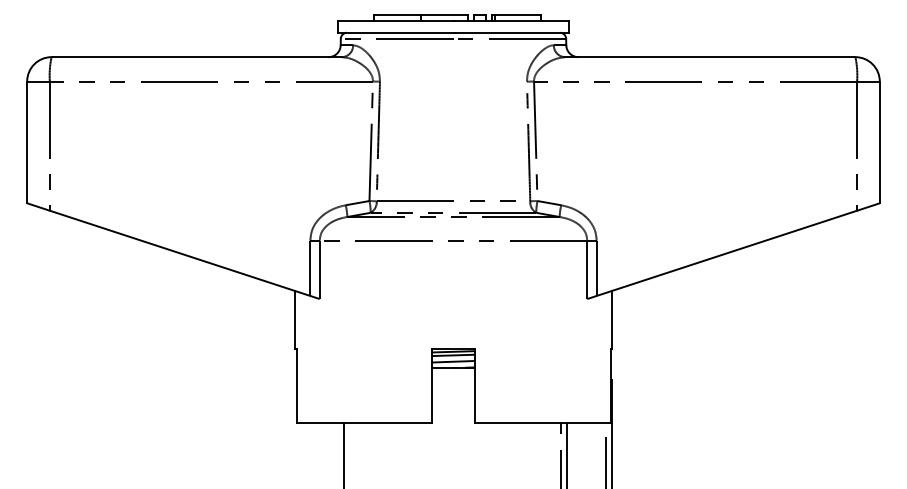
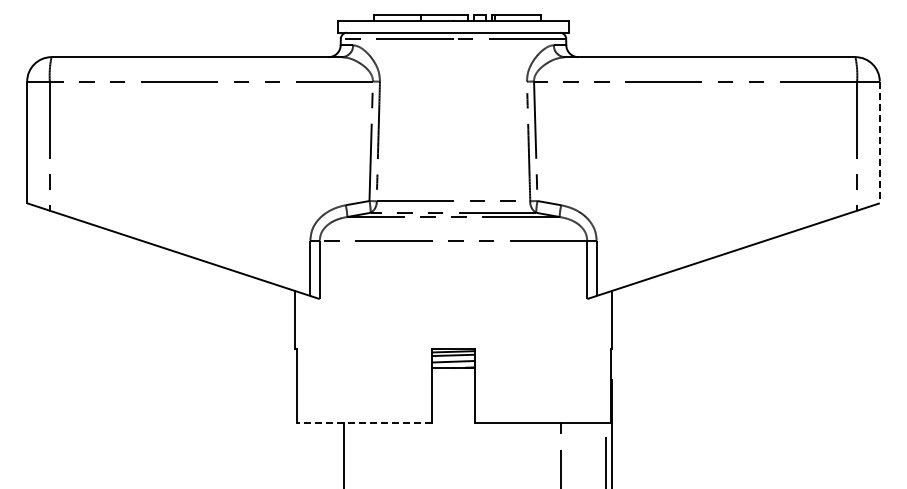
line at (879, 142): solid -> dashed
line at (364, 422): solid -> dashed
line at (566, 453): present -> none
